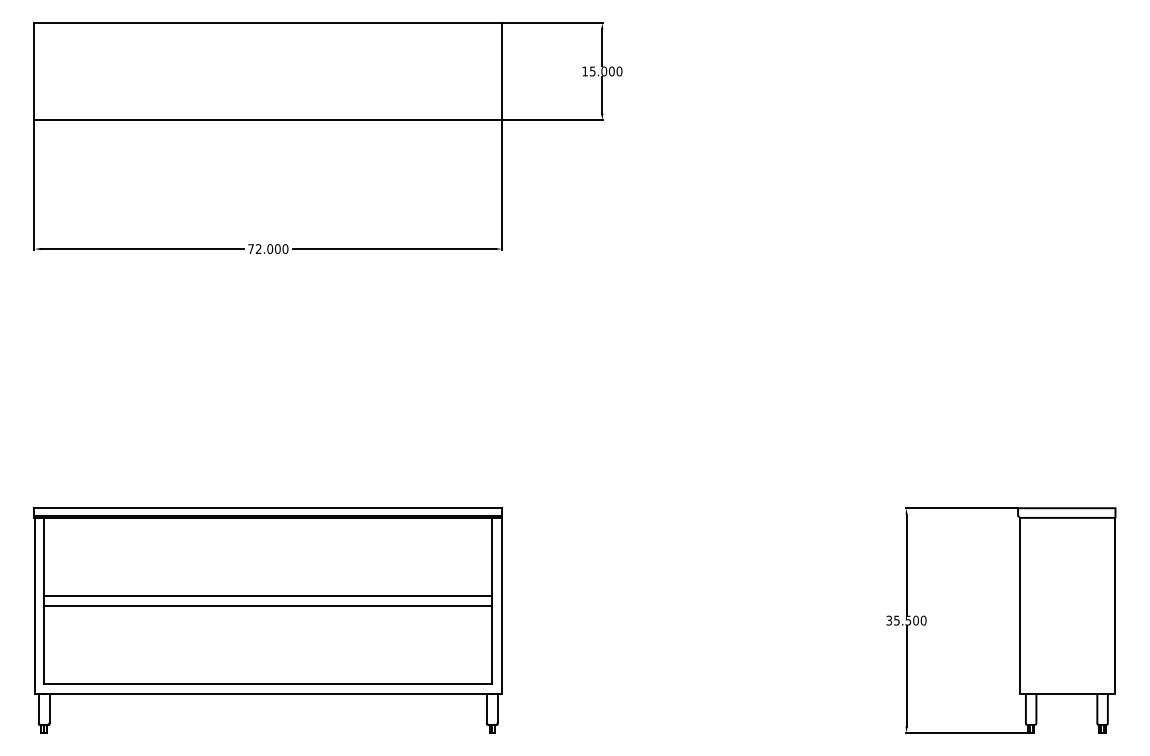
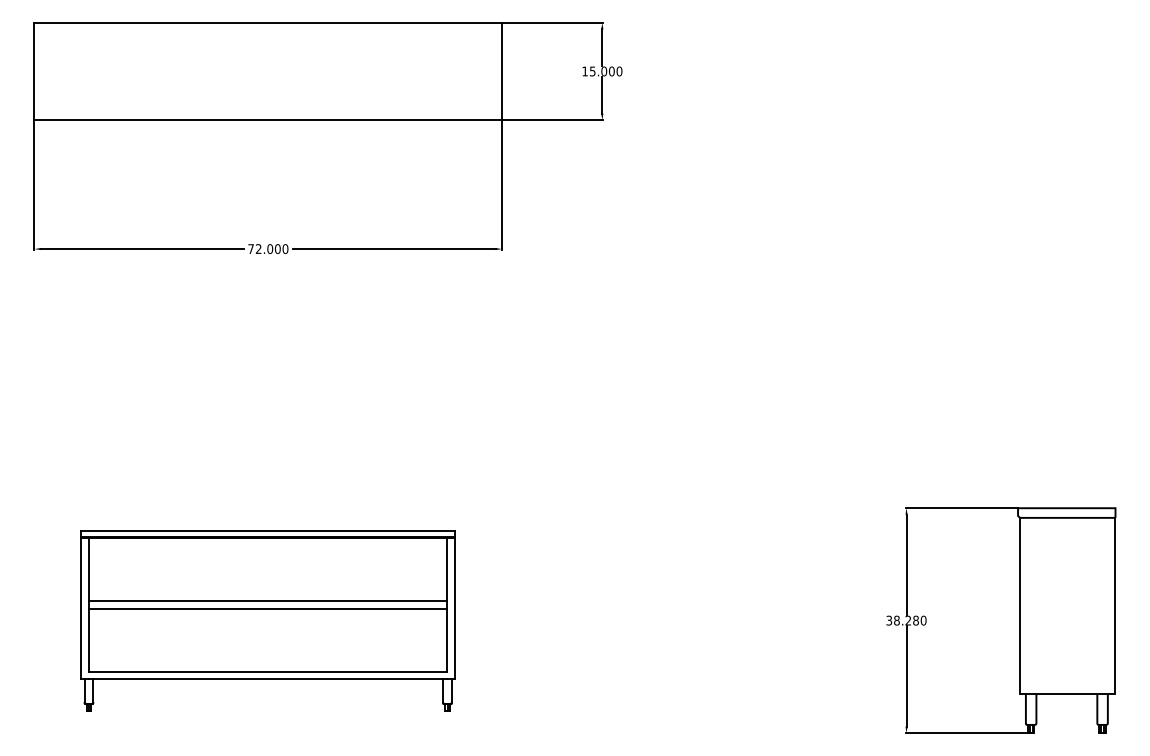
part at (267, 620) size: 470x227 px -> 376x182 px
text at (906, 620): 35.500 -> 38.280
